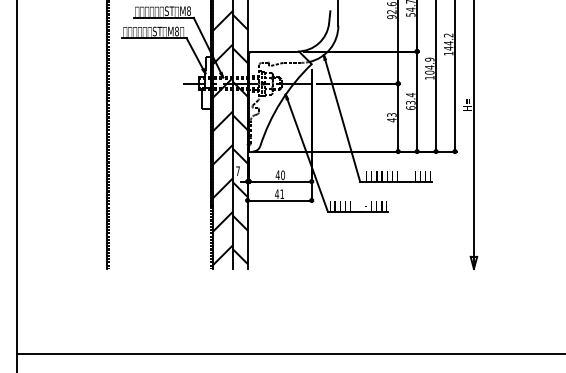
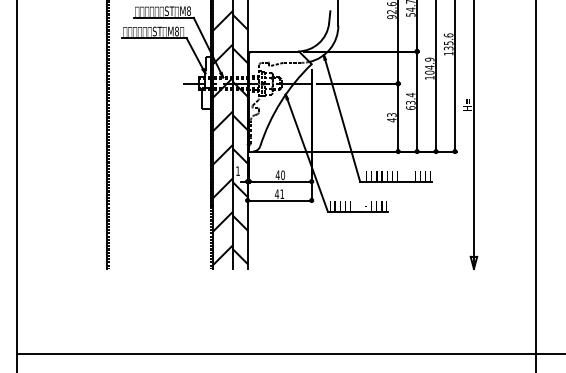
text at (448, 41): 144.2 -> 135.6
text at (237, 170): 7 -> 1
line at (536, 185): none -> present
